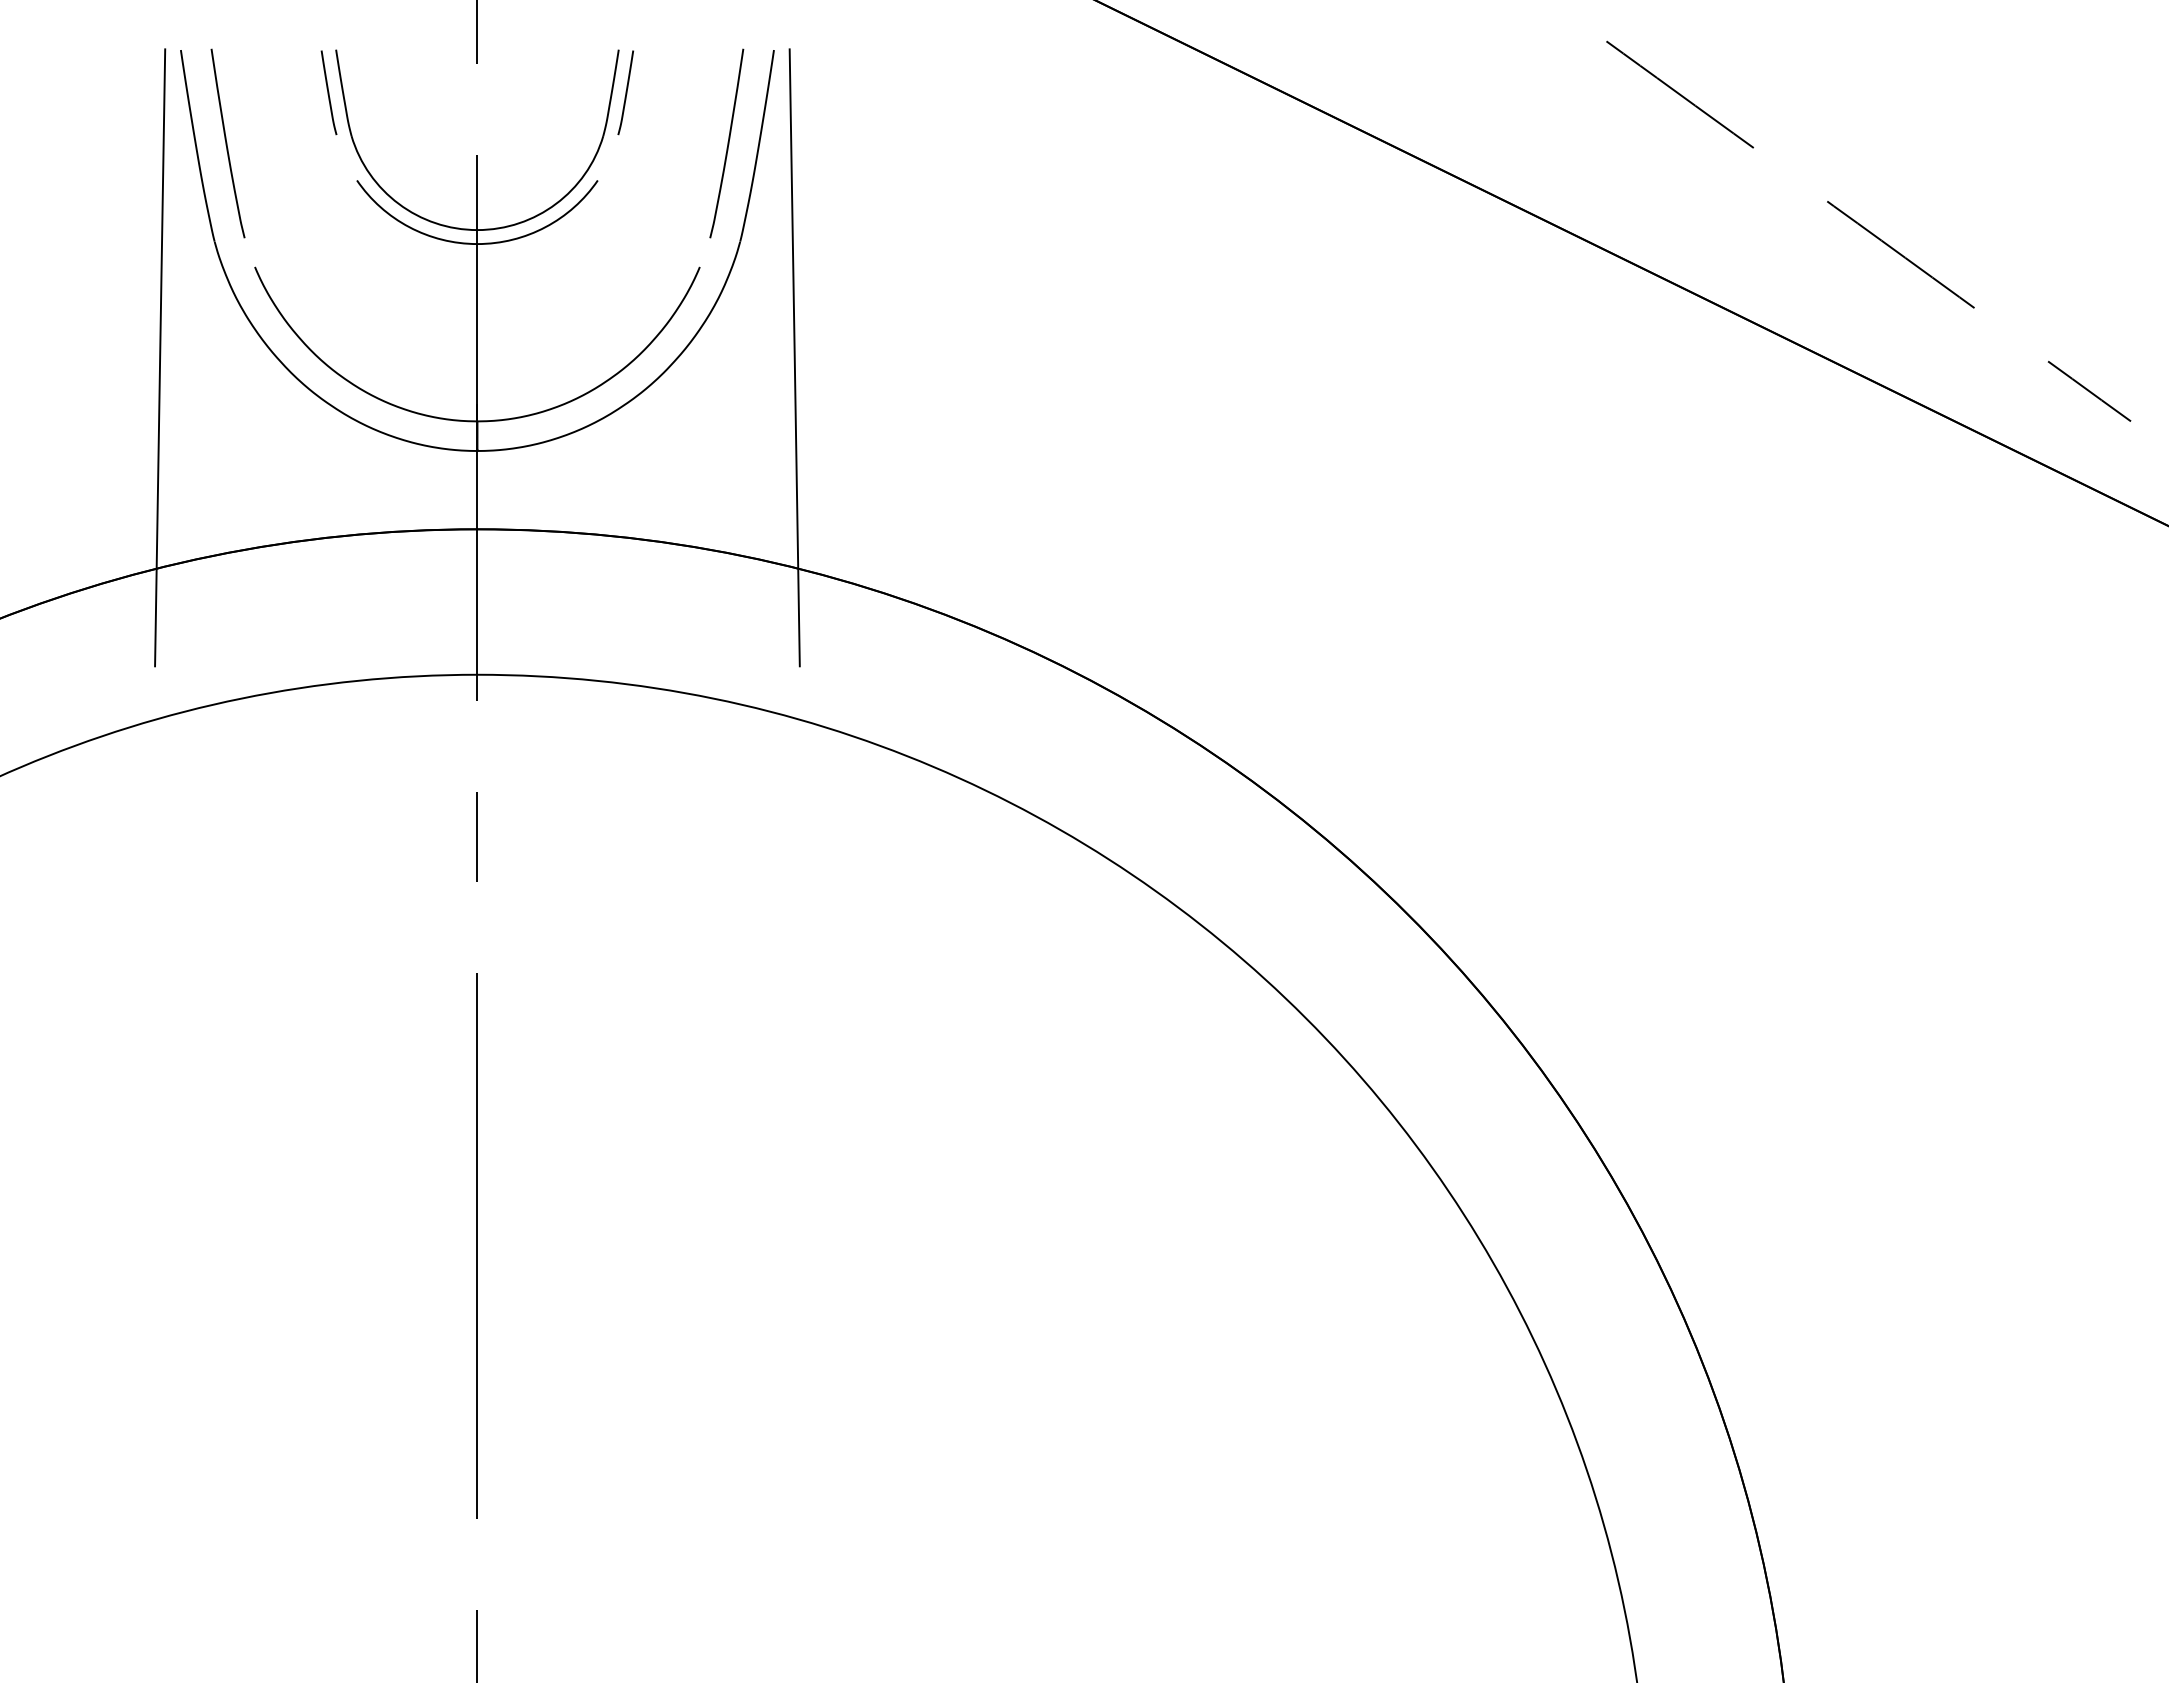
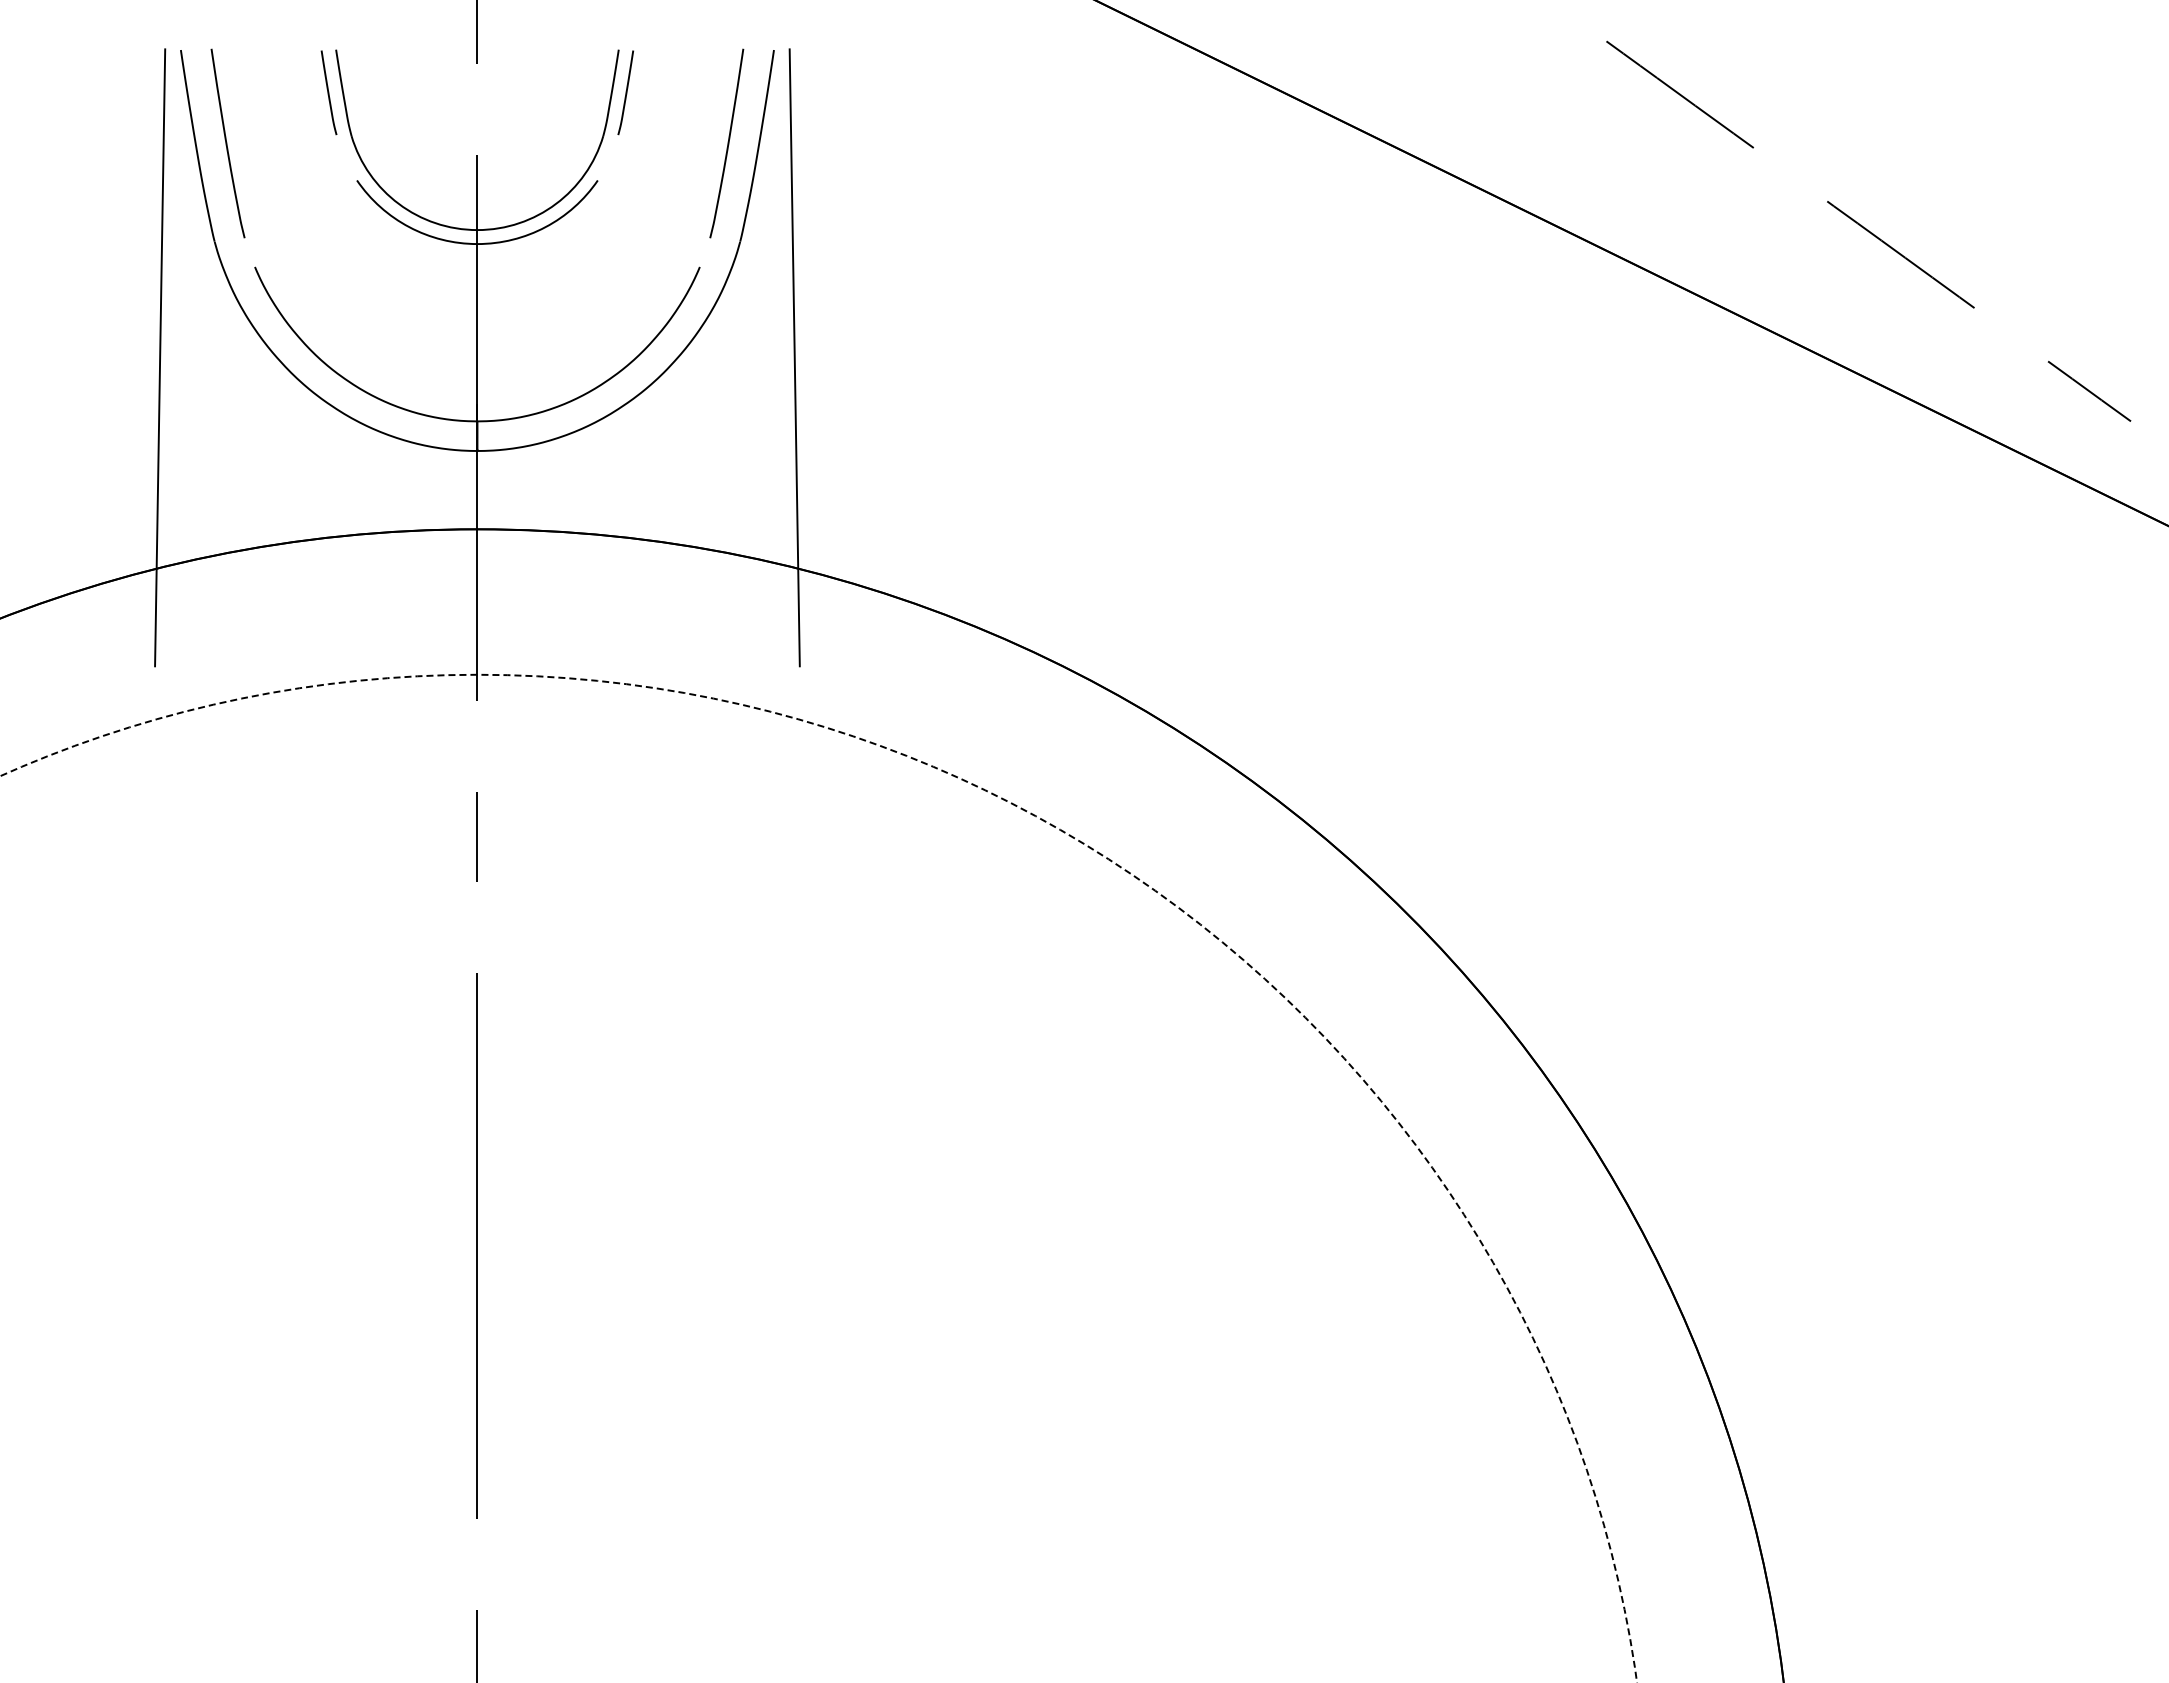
circle at (818, 1178): solid -> dashed
